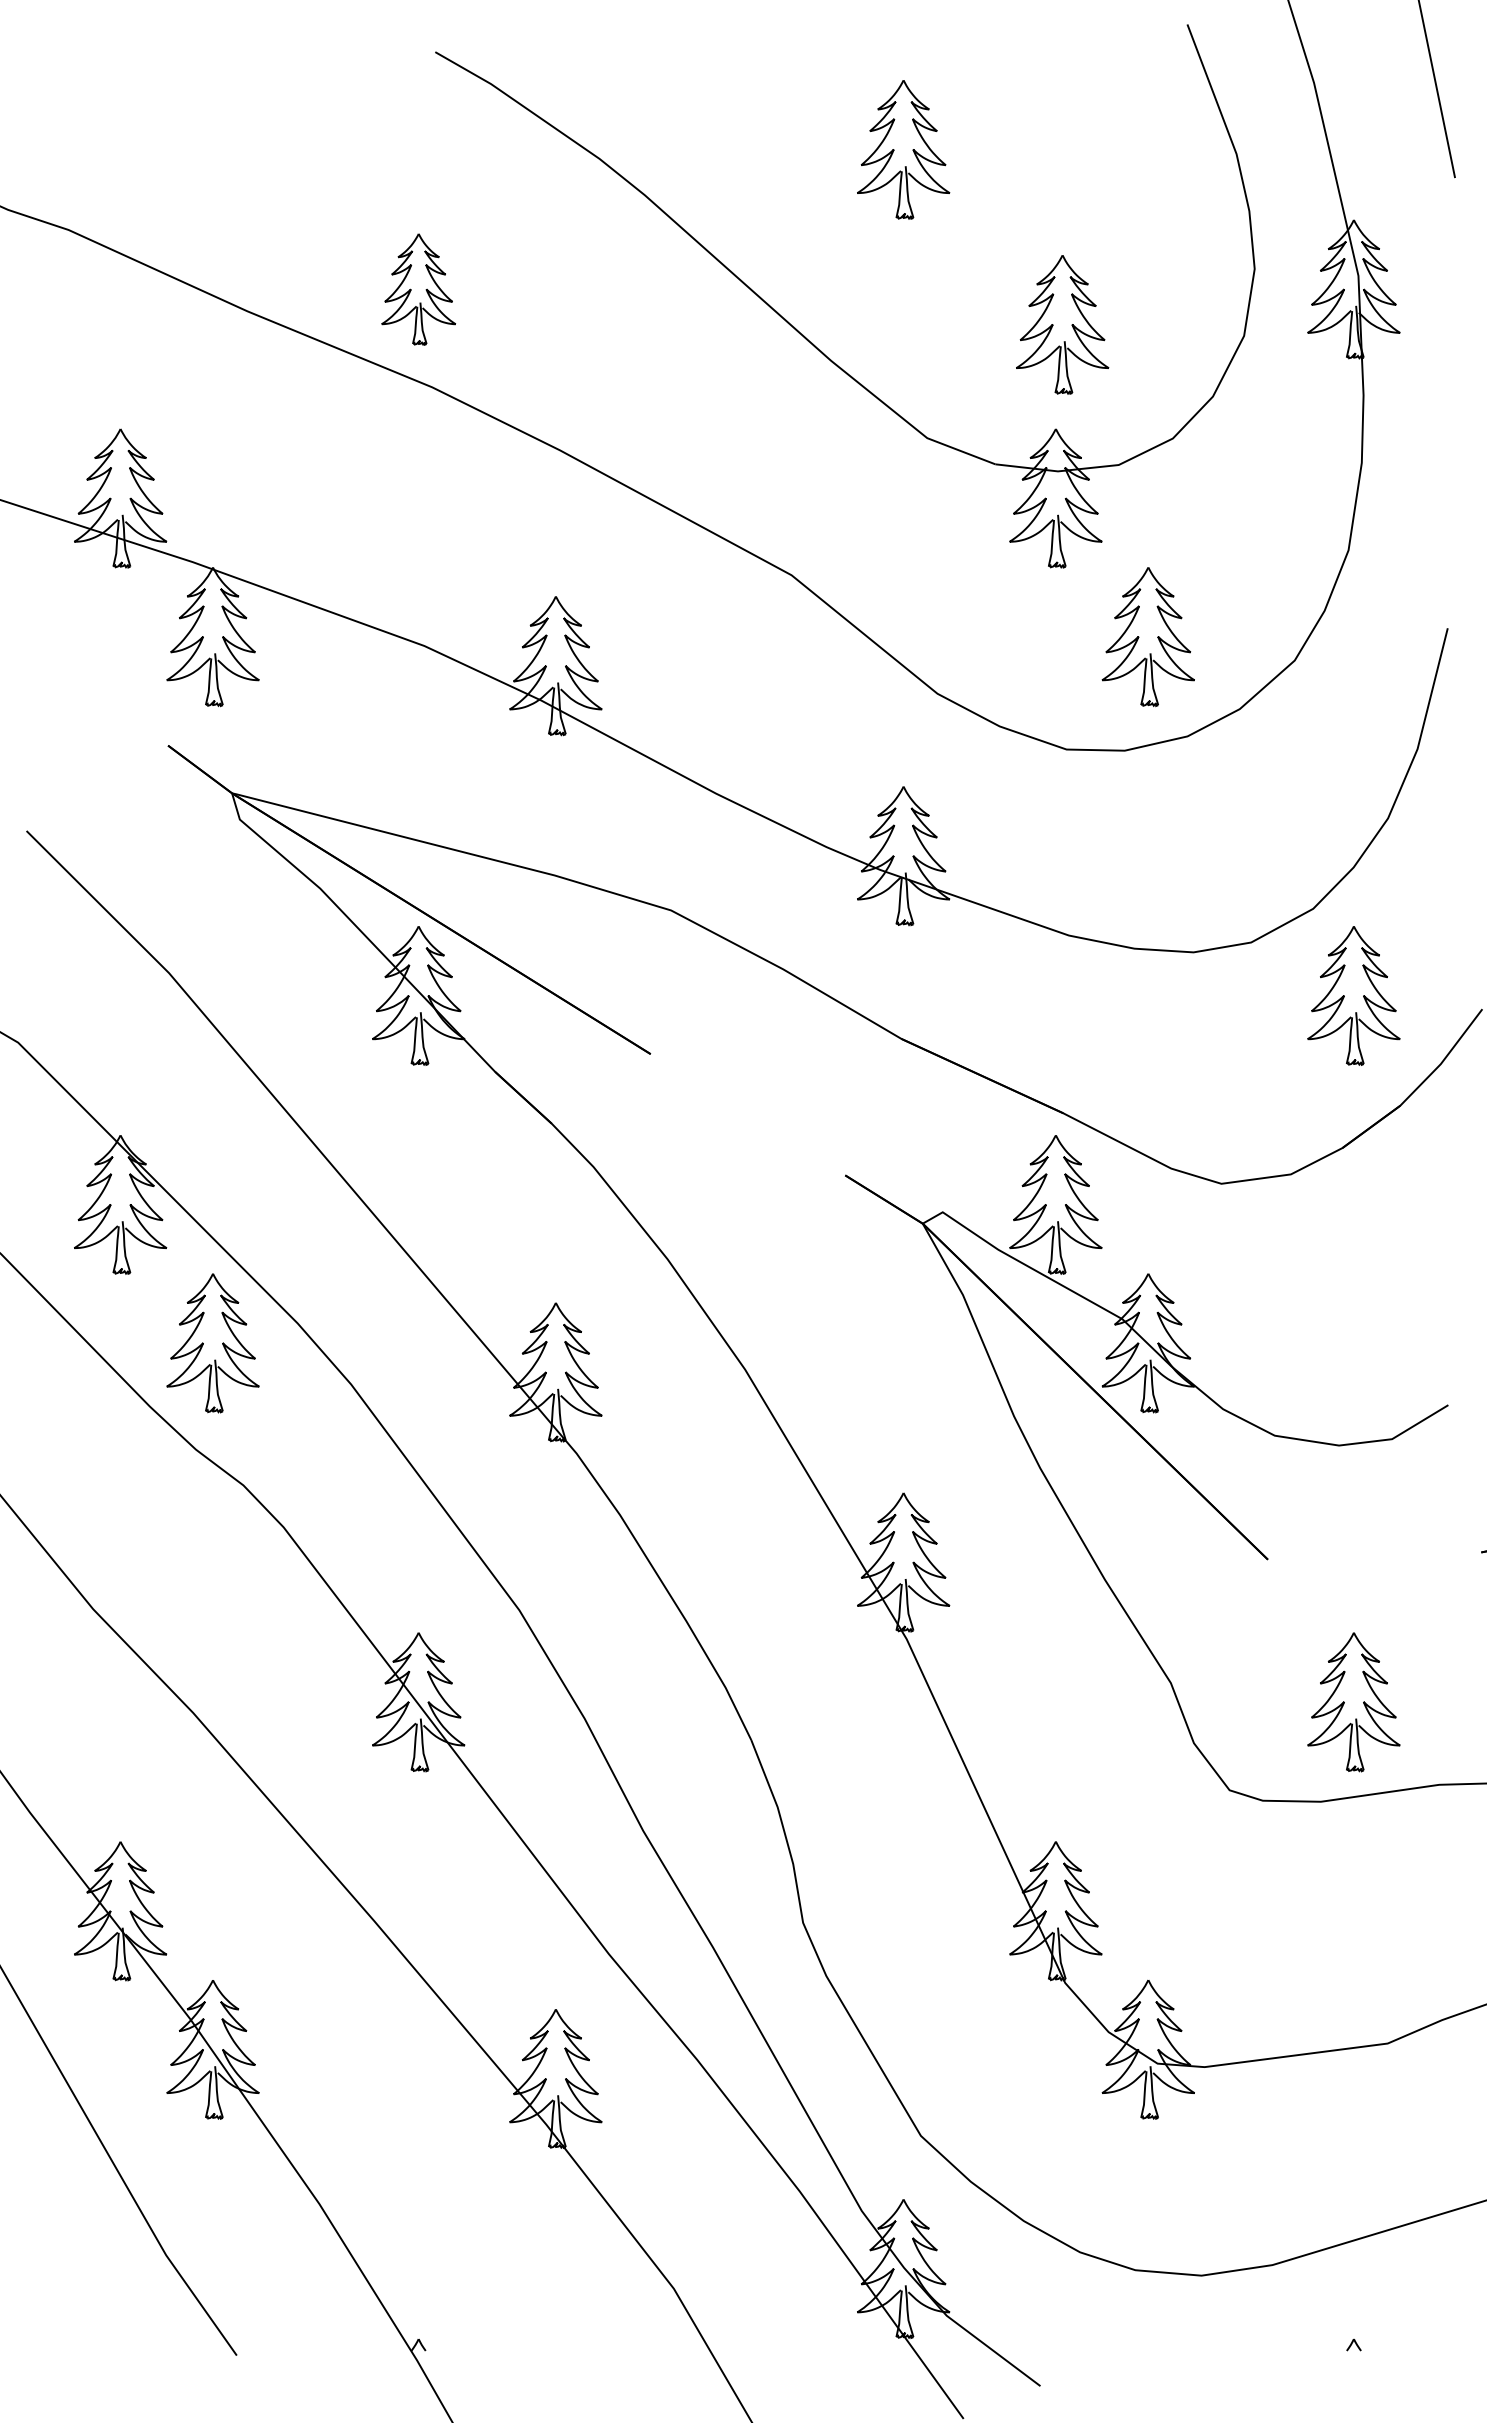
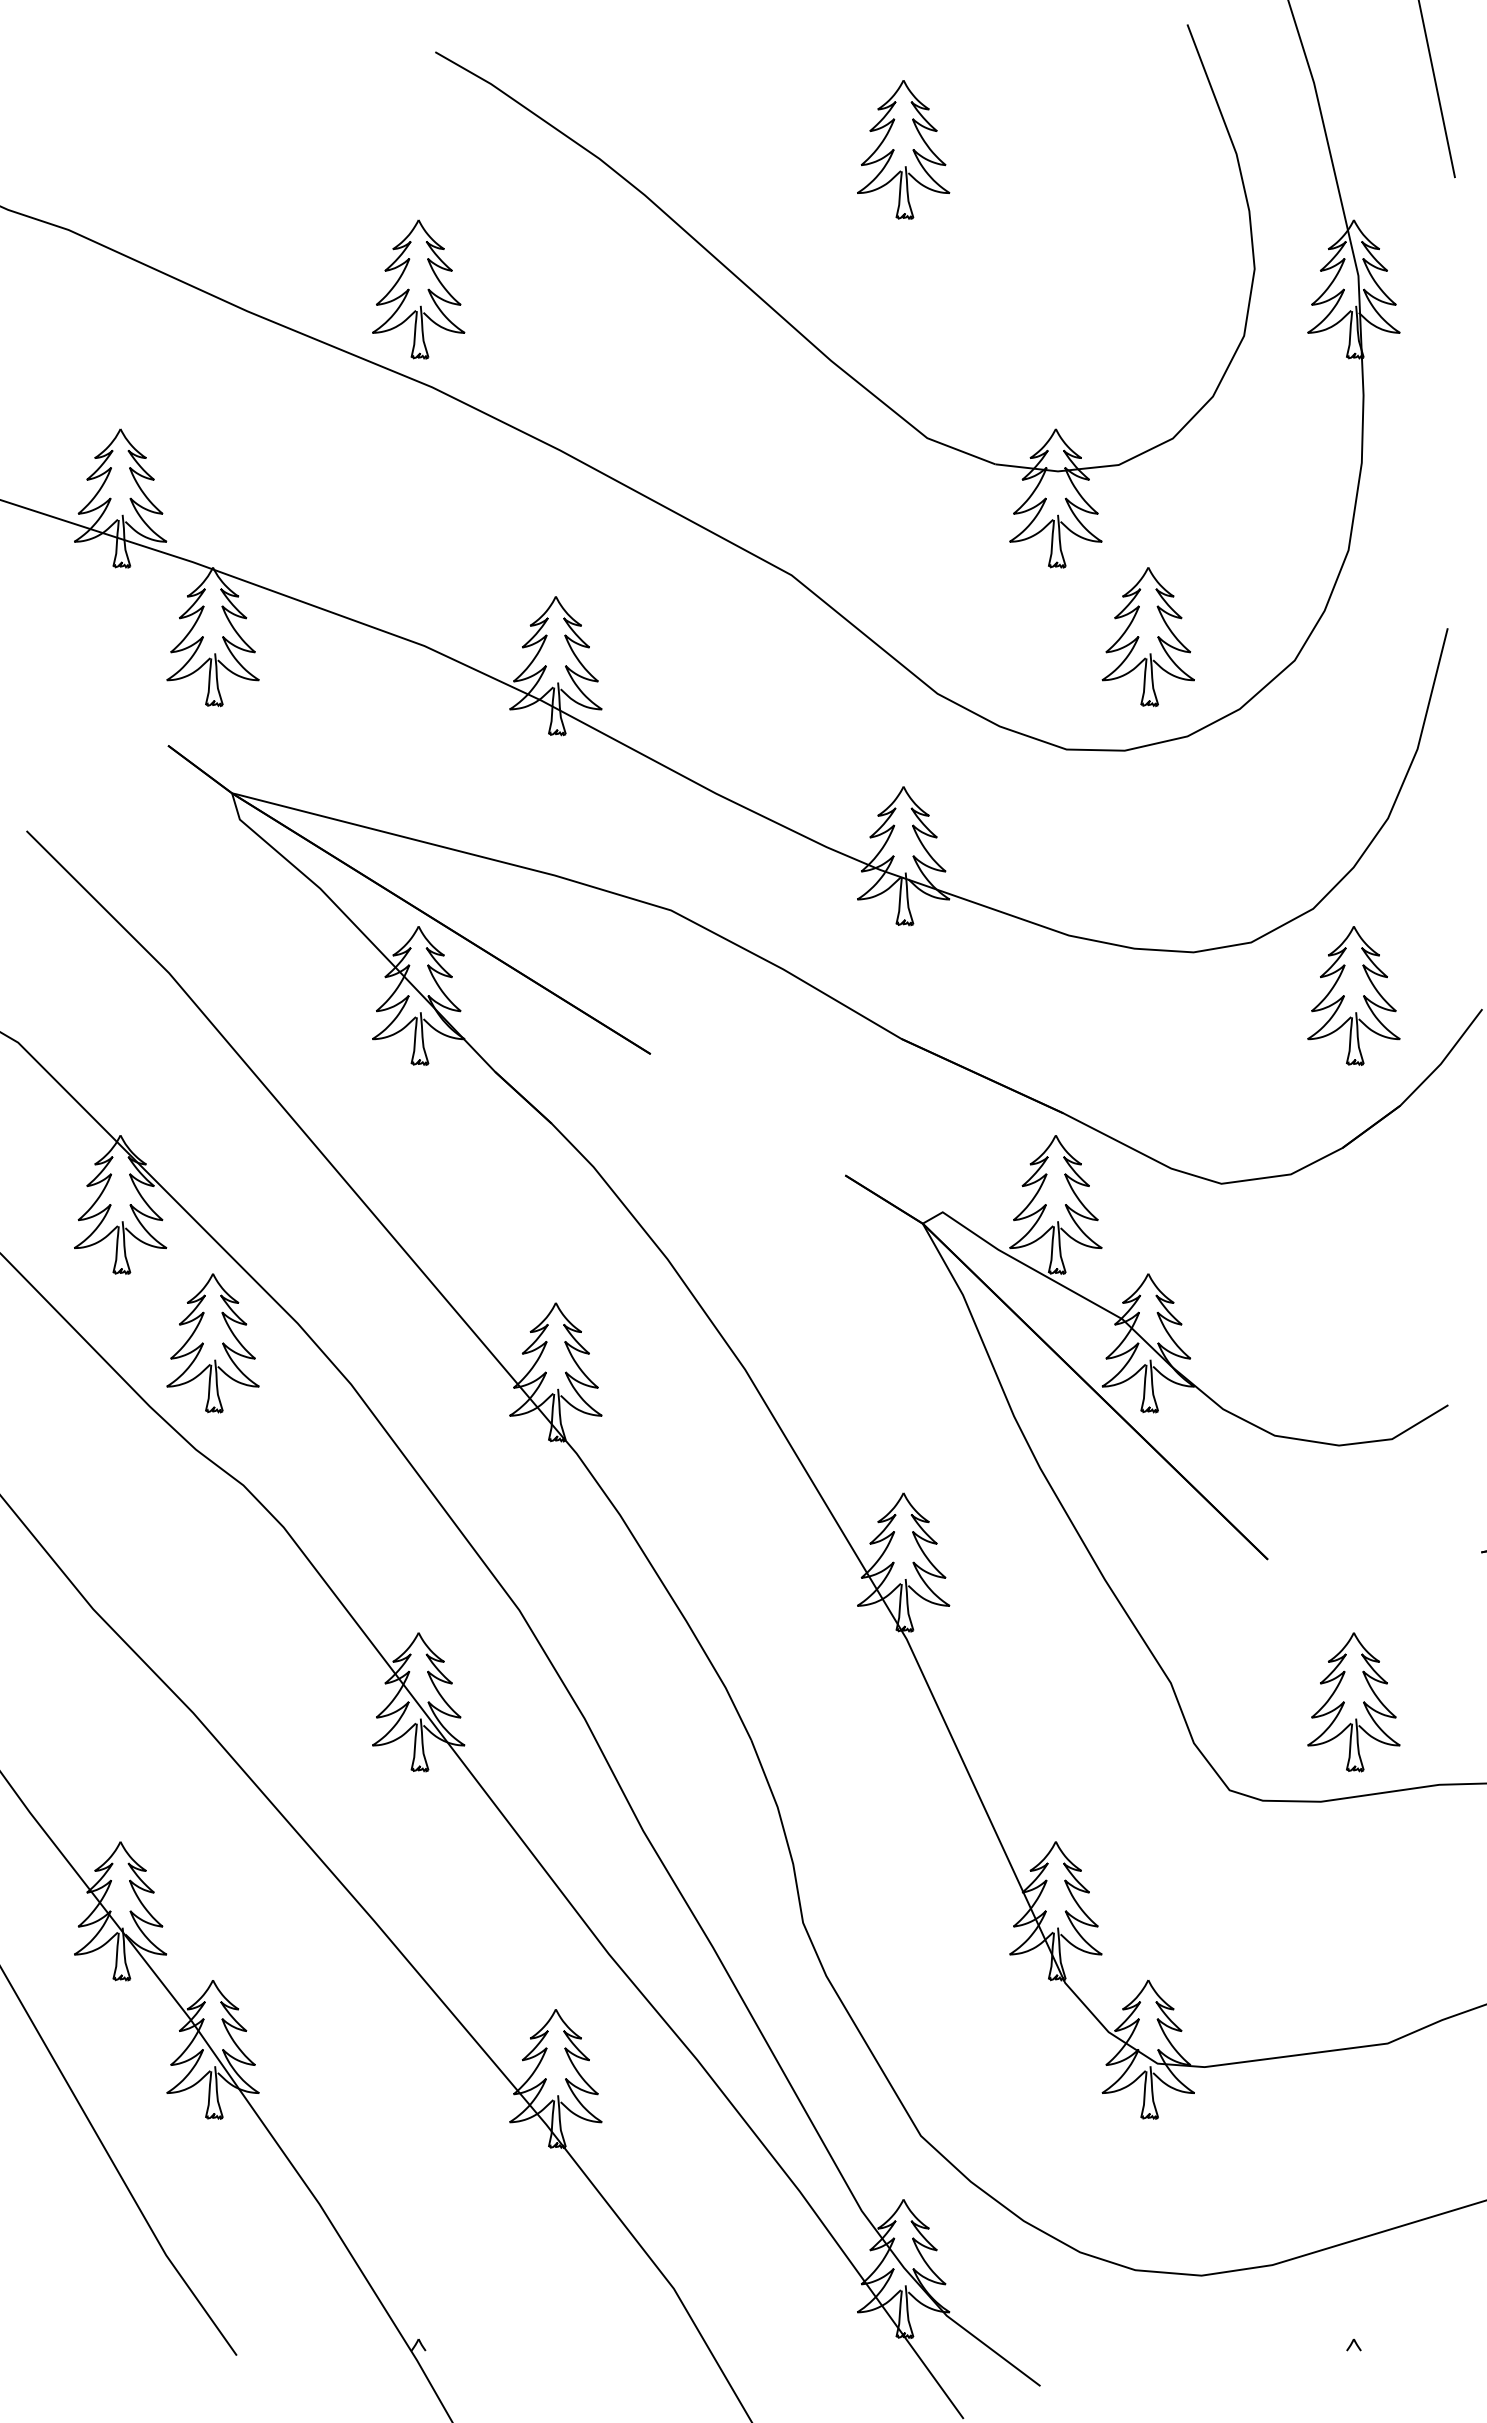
part at (418, 289) size: 76x113 px -> 94x141 px
part at (1062, 324): present -> none
